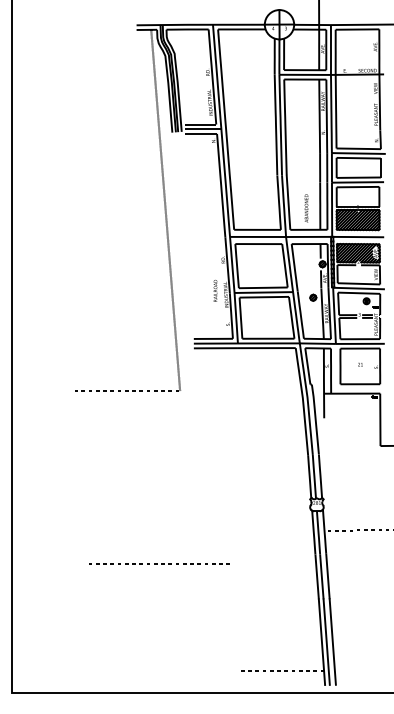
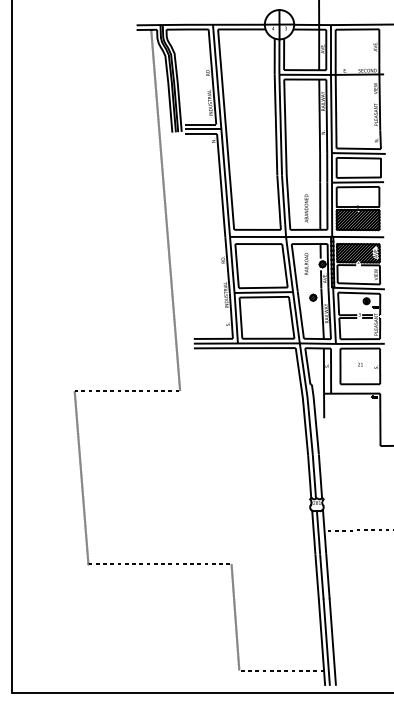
text at (215, 290) position: (215, 290) -> (306, 263)
line at (81, 477): none -> present
line at (235, 617): none -> present
